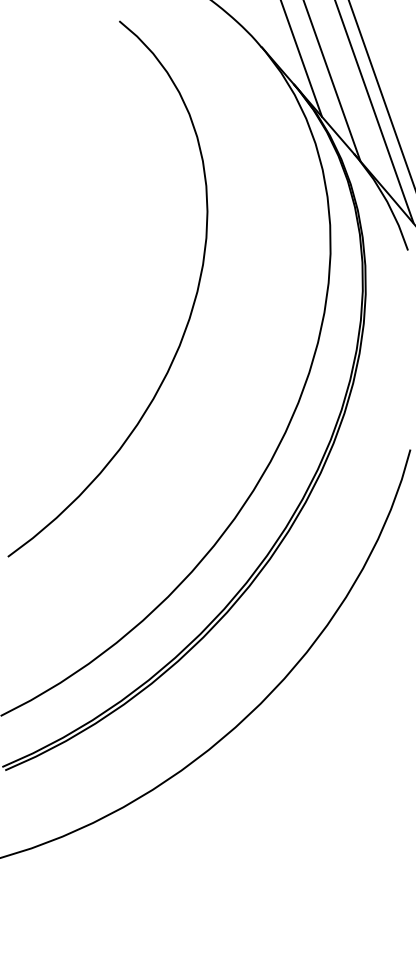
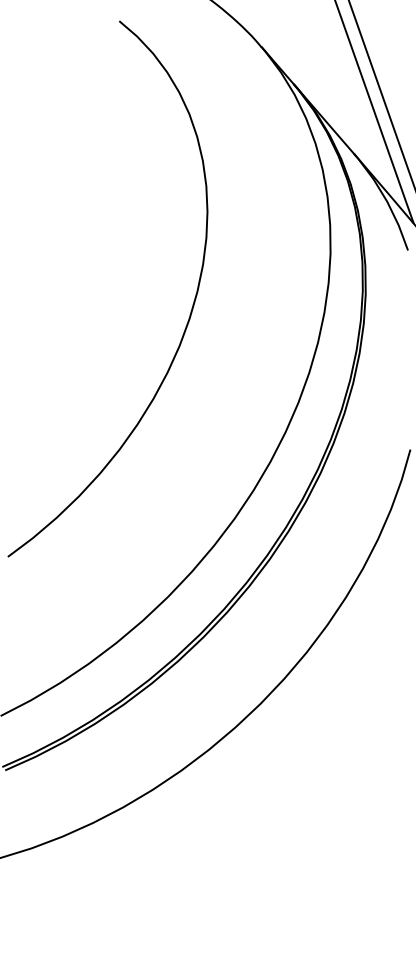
line at (301, 59): present -> none
line at (332, 81): present -> none
